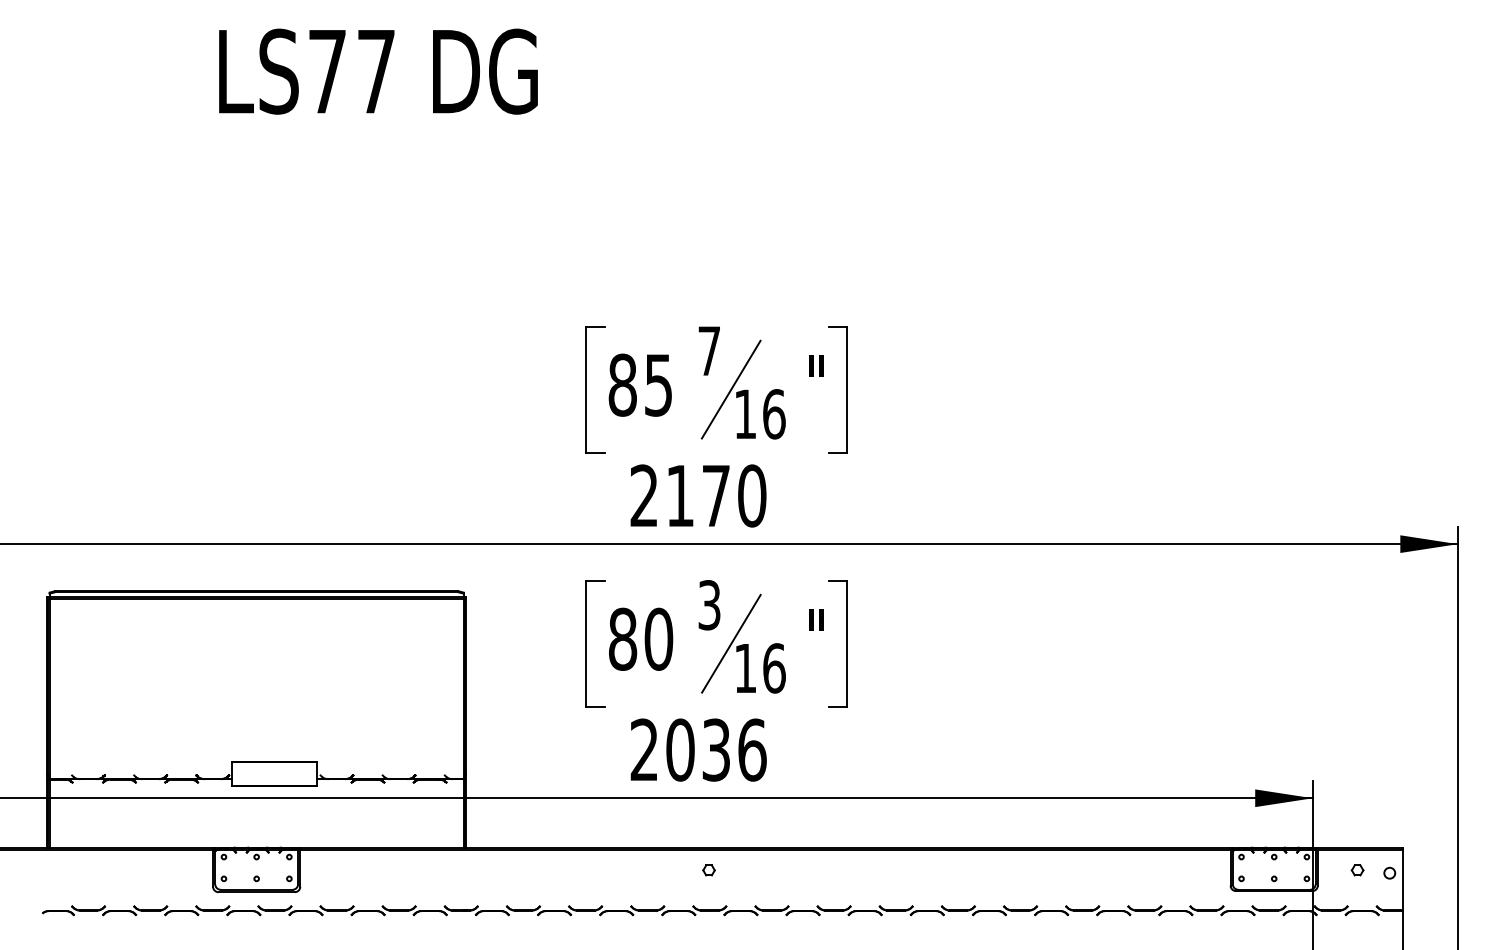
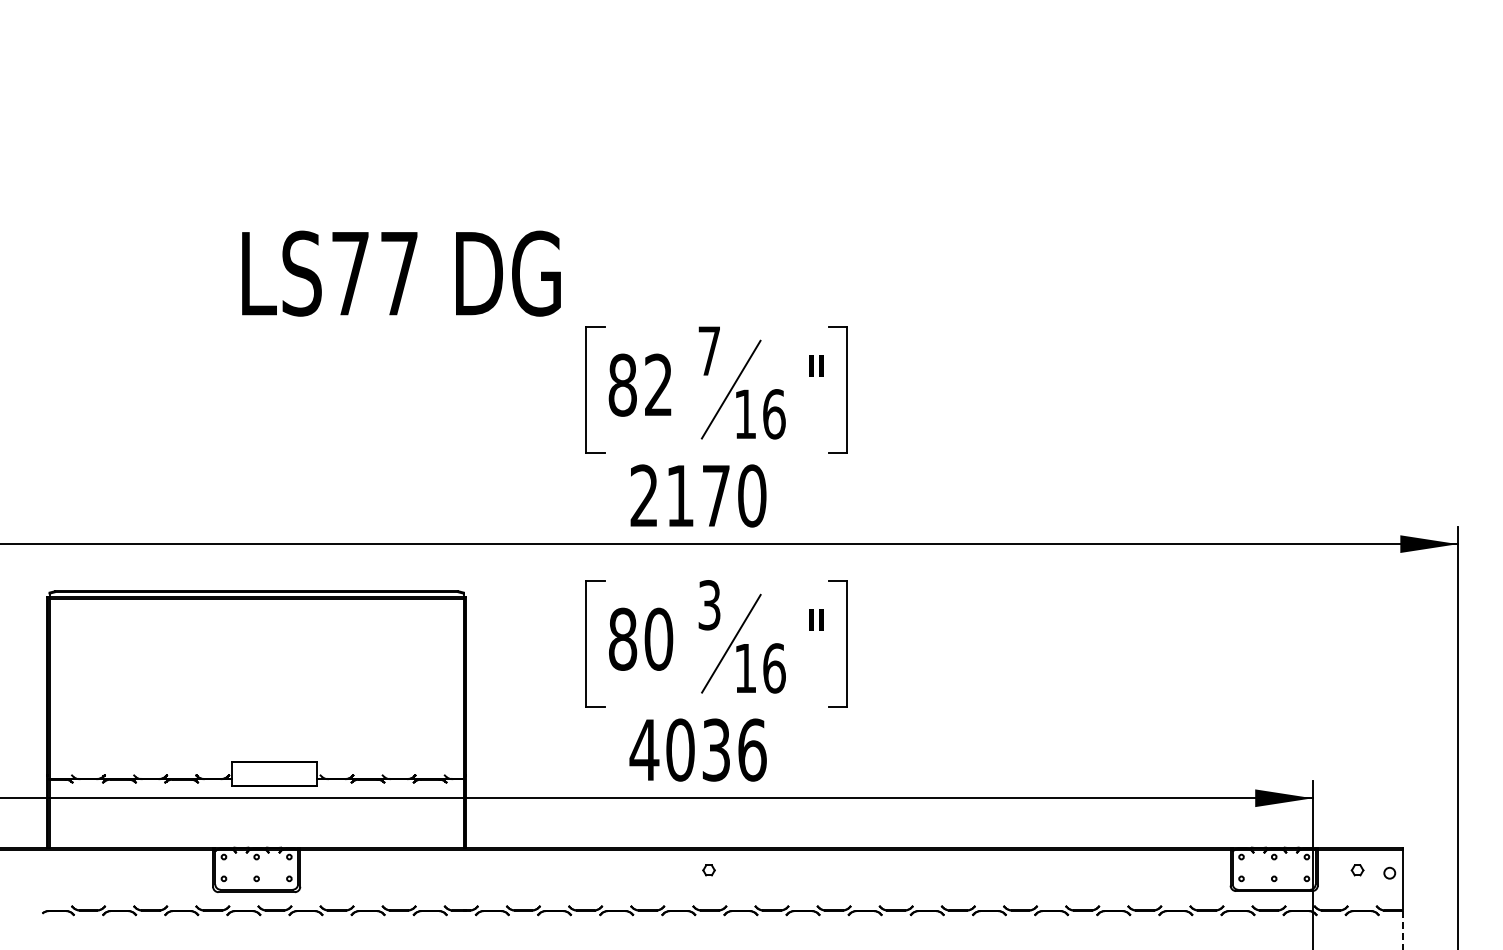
text at (378, 71) position: (378, 71) -> (401, 273)
text at (658, 384): 85 -> 82
text at (644, 749): 2036 -> 4036
line at (1402, 930): solid -> dashed
